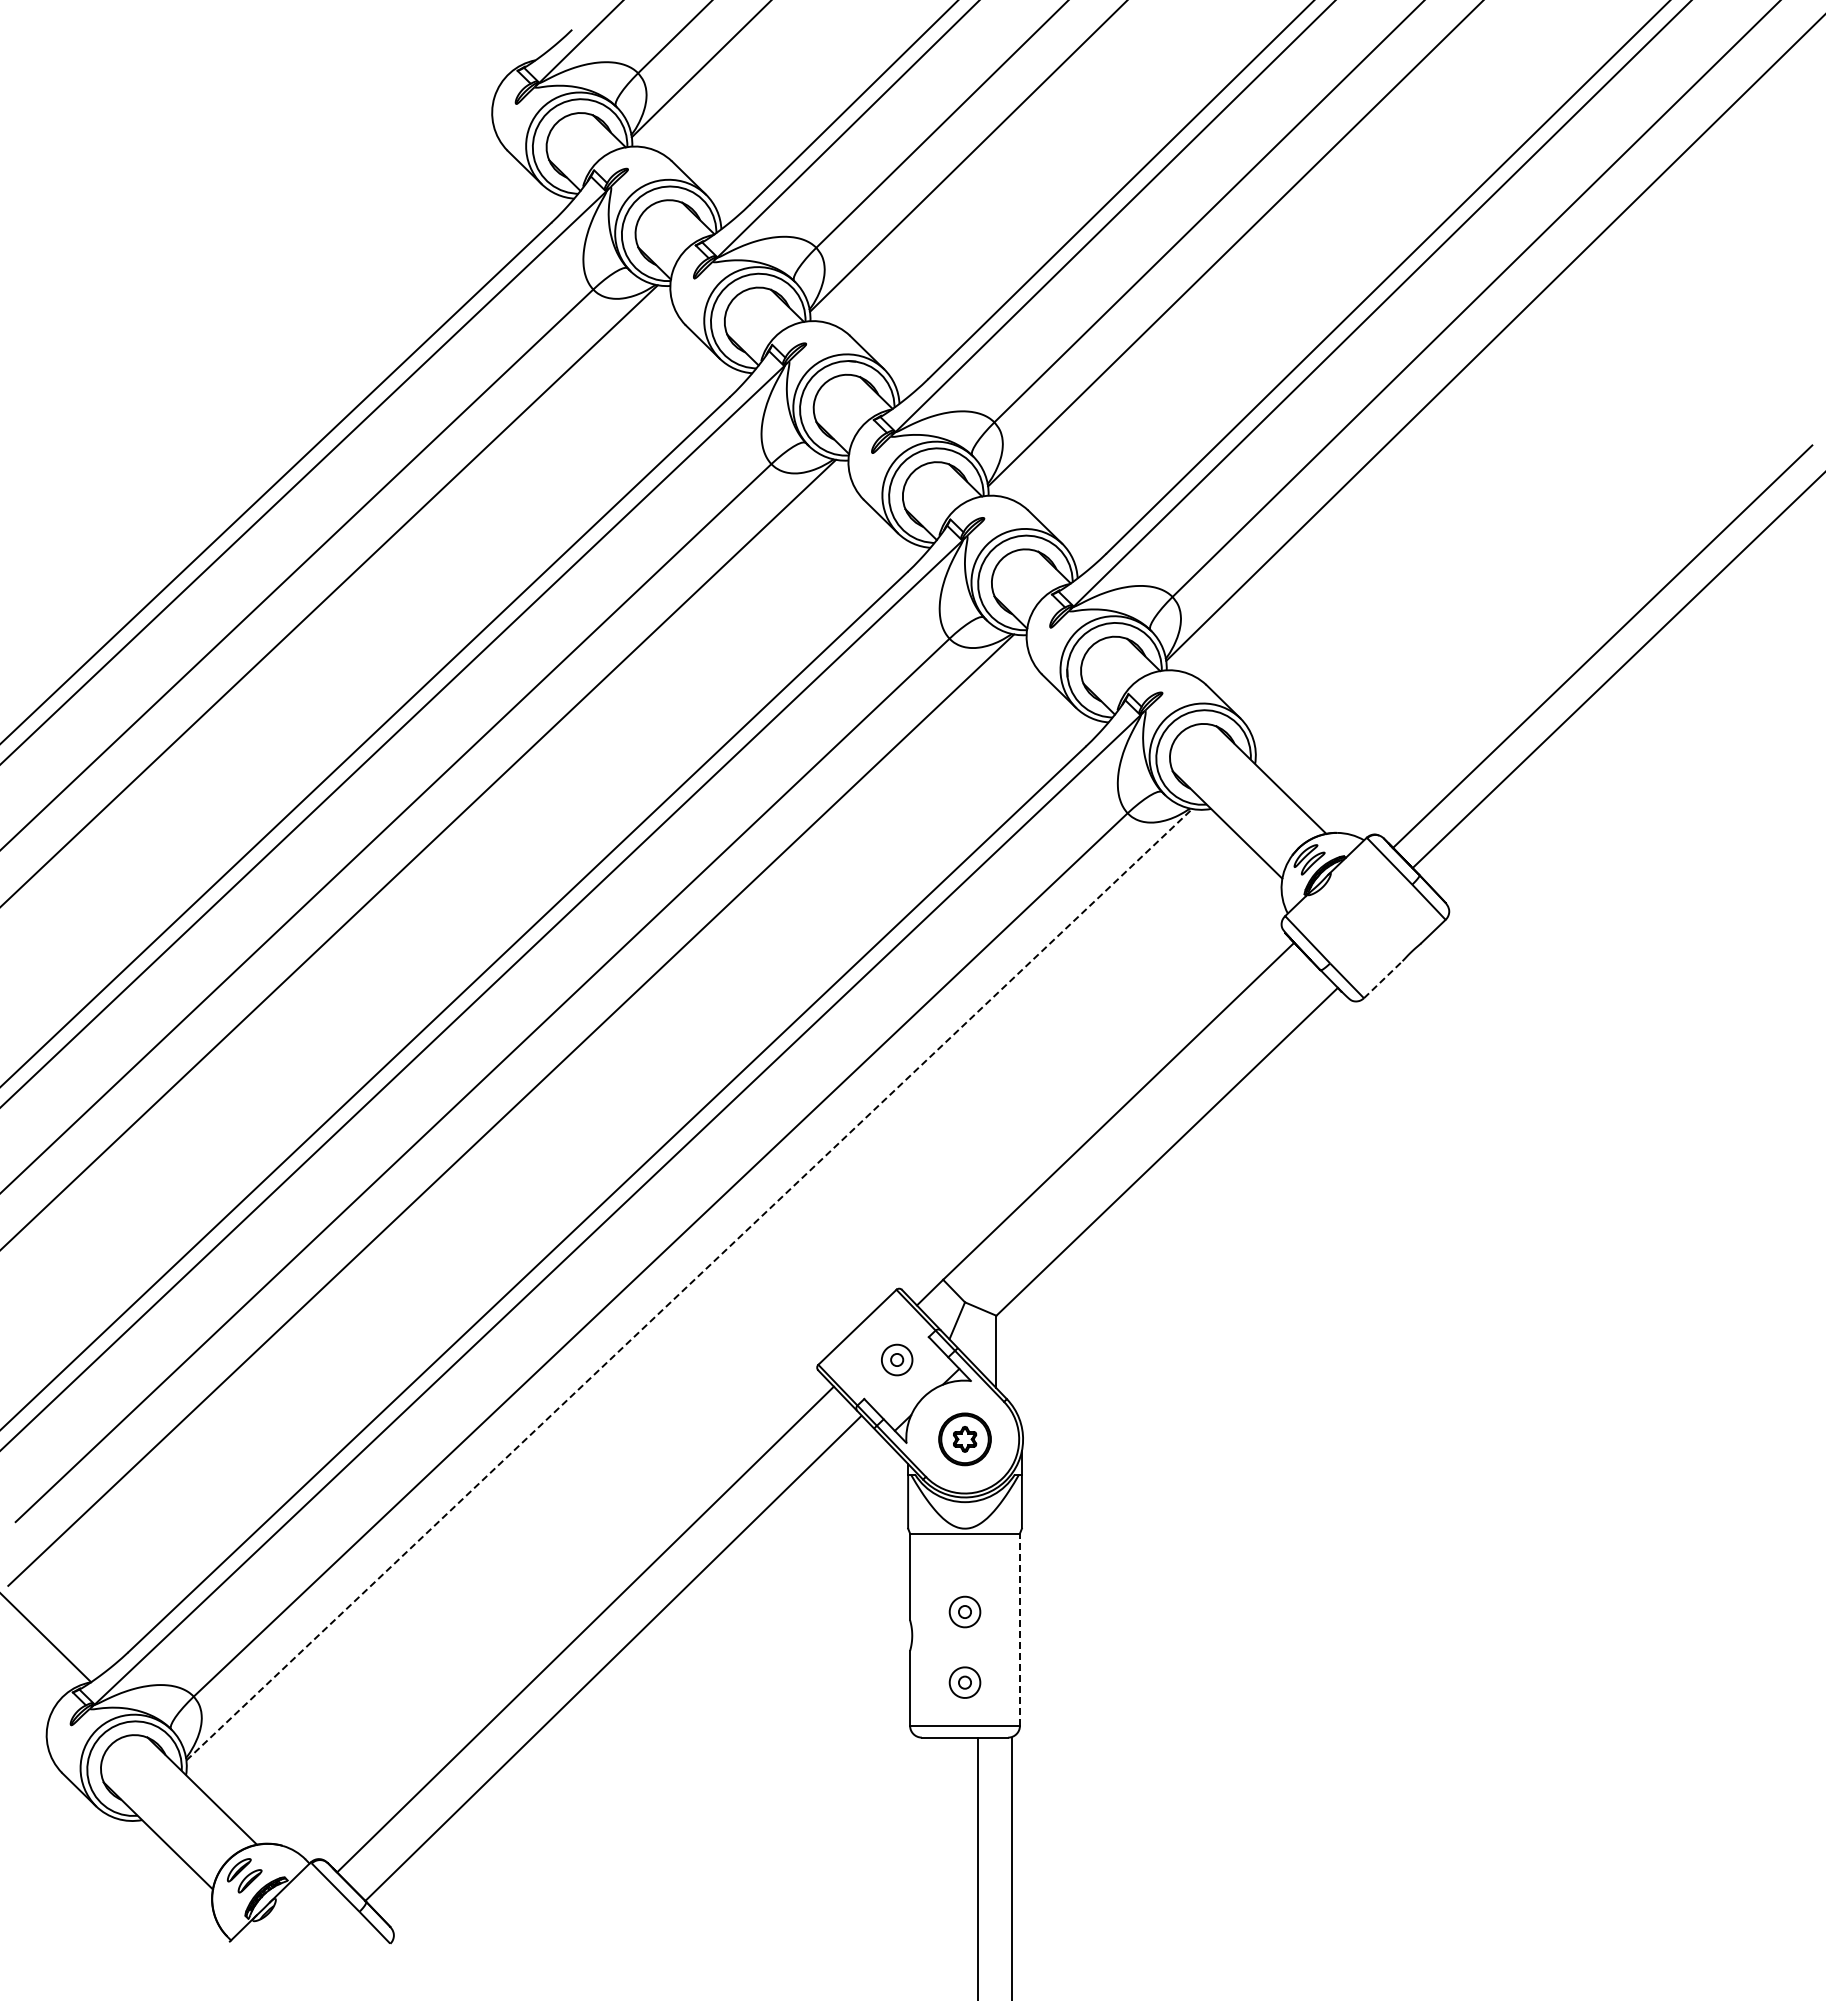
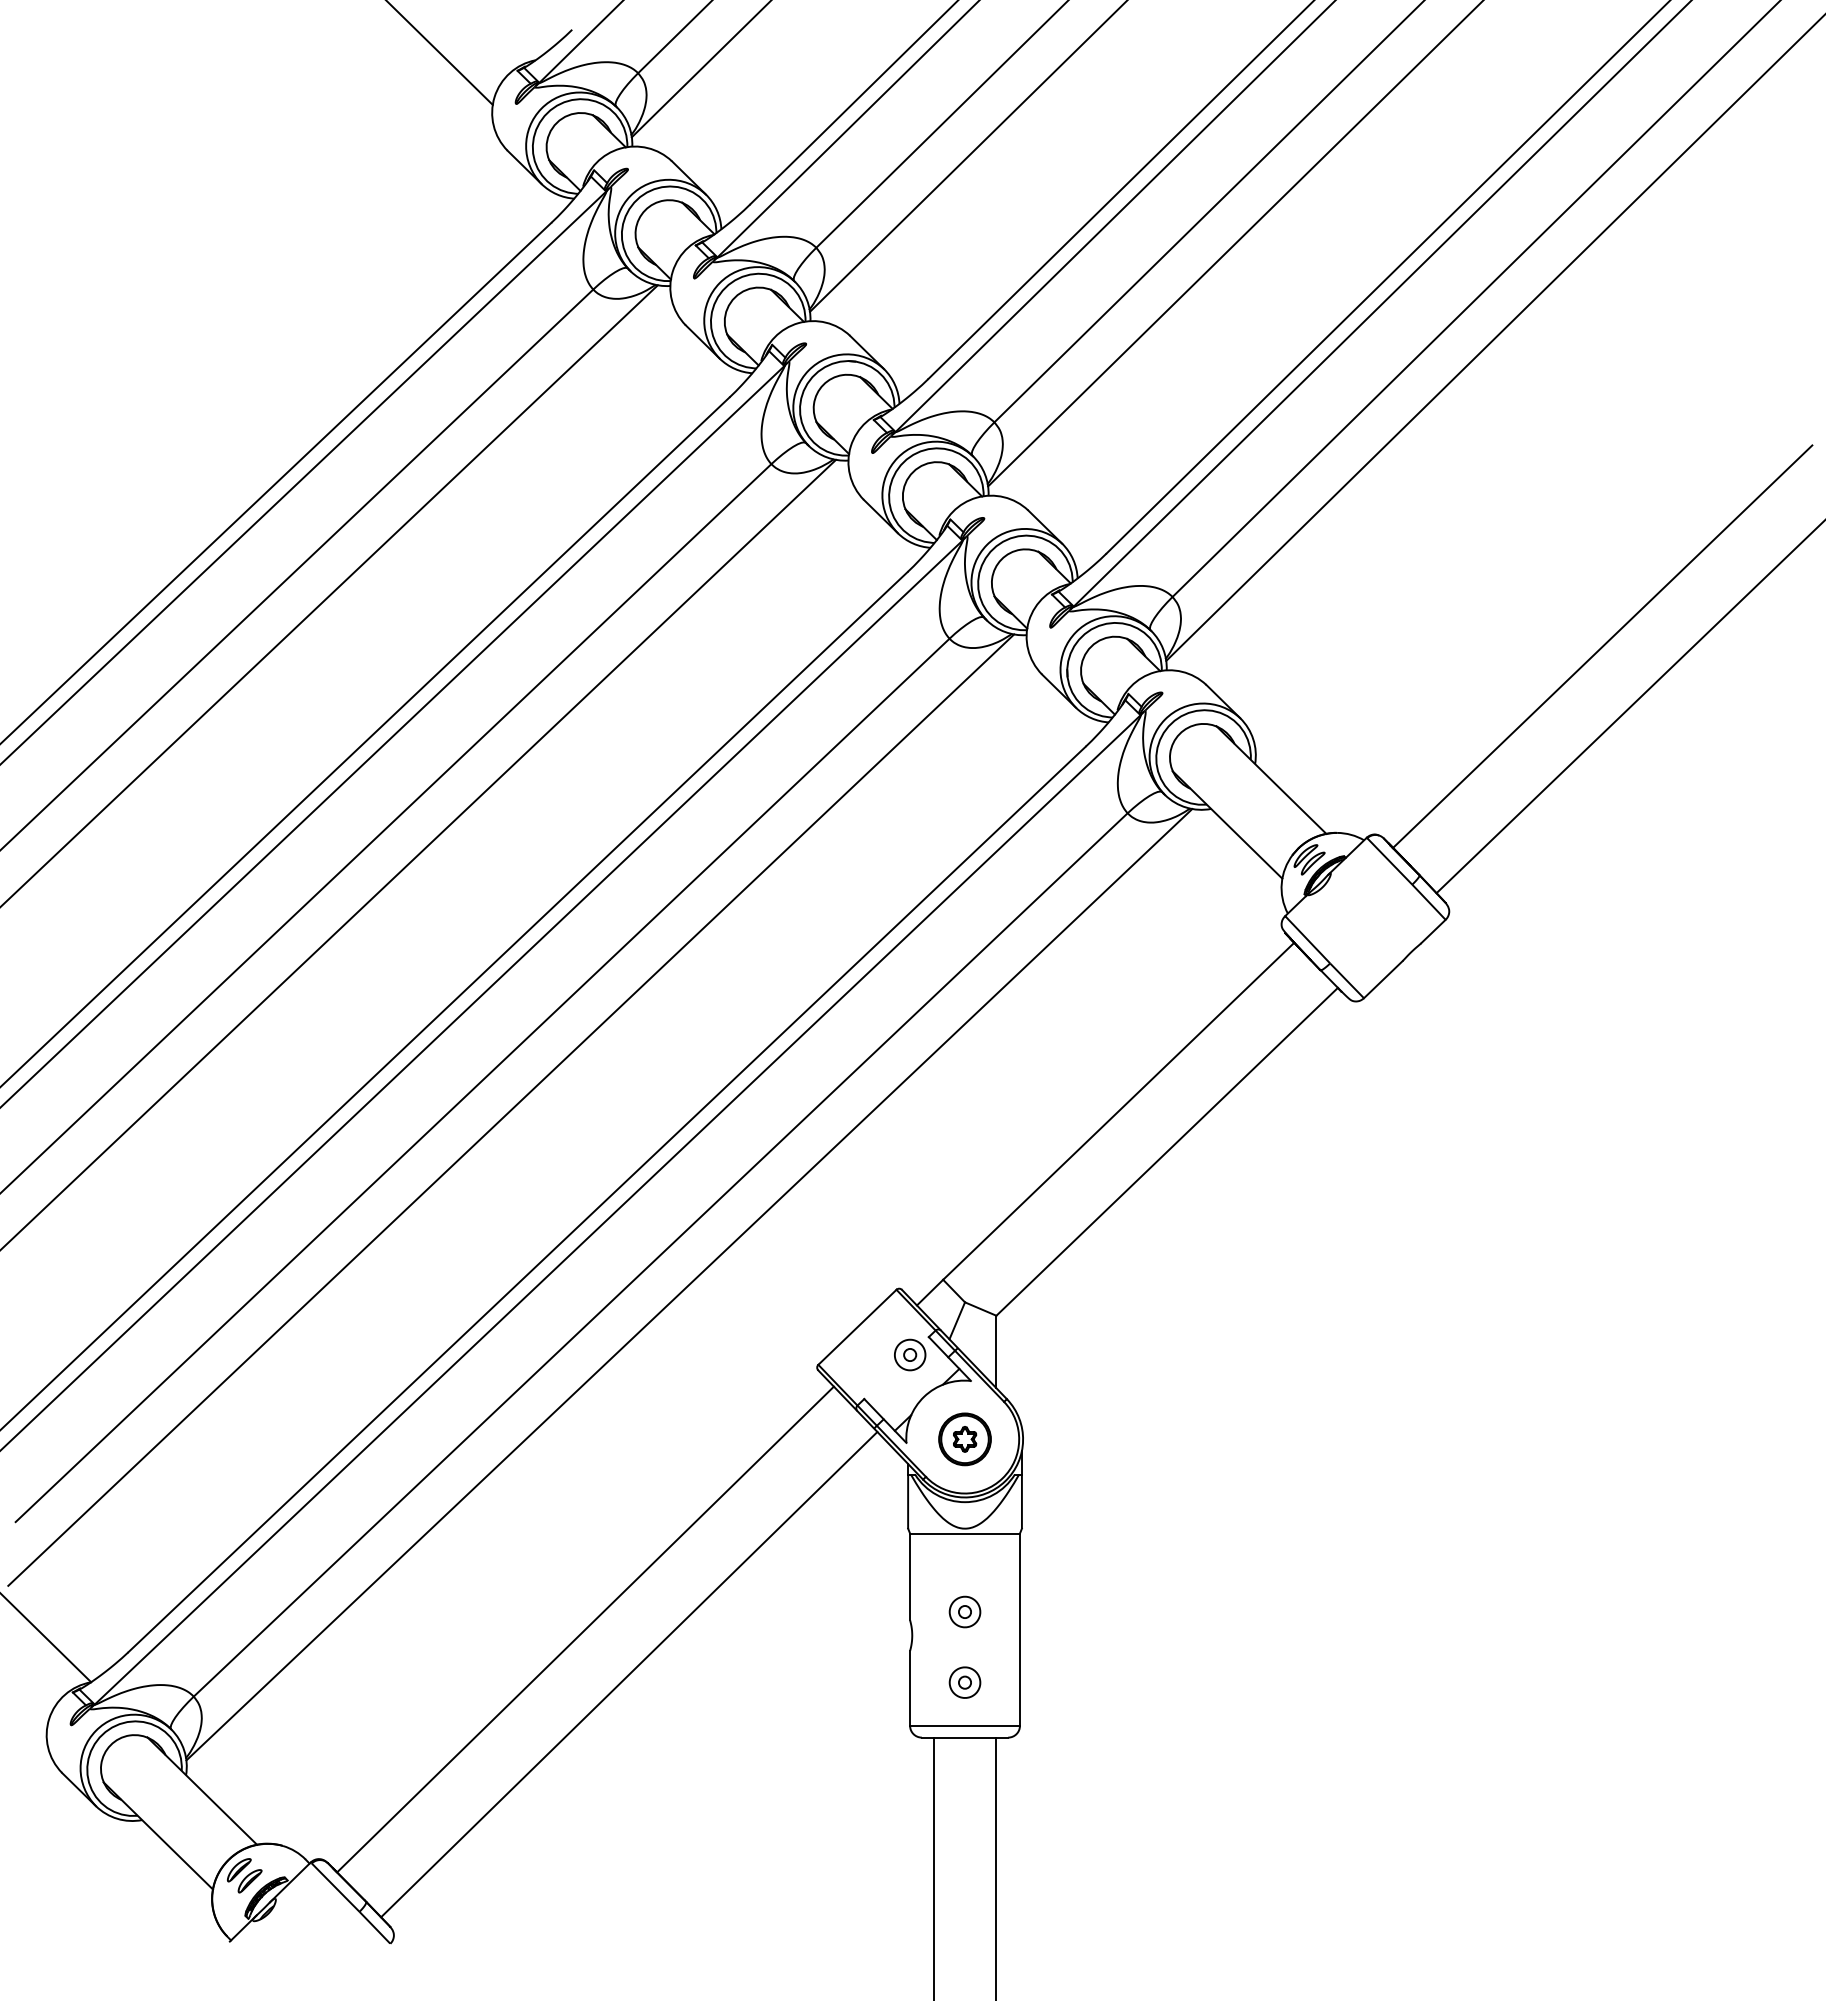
line at (440, 53): none -> present
line at (1617, 671) position: (1617, 671) -> (1629, 707)
line at (1383, 979): dashed -> solid
line at (689, 1284): dashed -> solid
part at (897, 1359) position: (897, 1359) -> (910, 1354)
line at (1019, 1629): dashed -> solid
line at (613, 1658) position: (613, 1658) -> (629, 1674)
line at (977, 1867) position: (977, 1867) -> (933, 1867)
line at (1012, 1867) position: (1012, 1867) -> (996, 1867)
